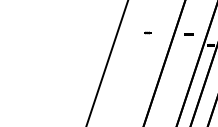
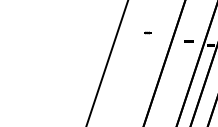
text at (188, 34) position: (188, 34) -> (188, 41)
